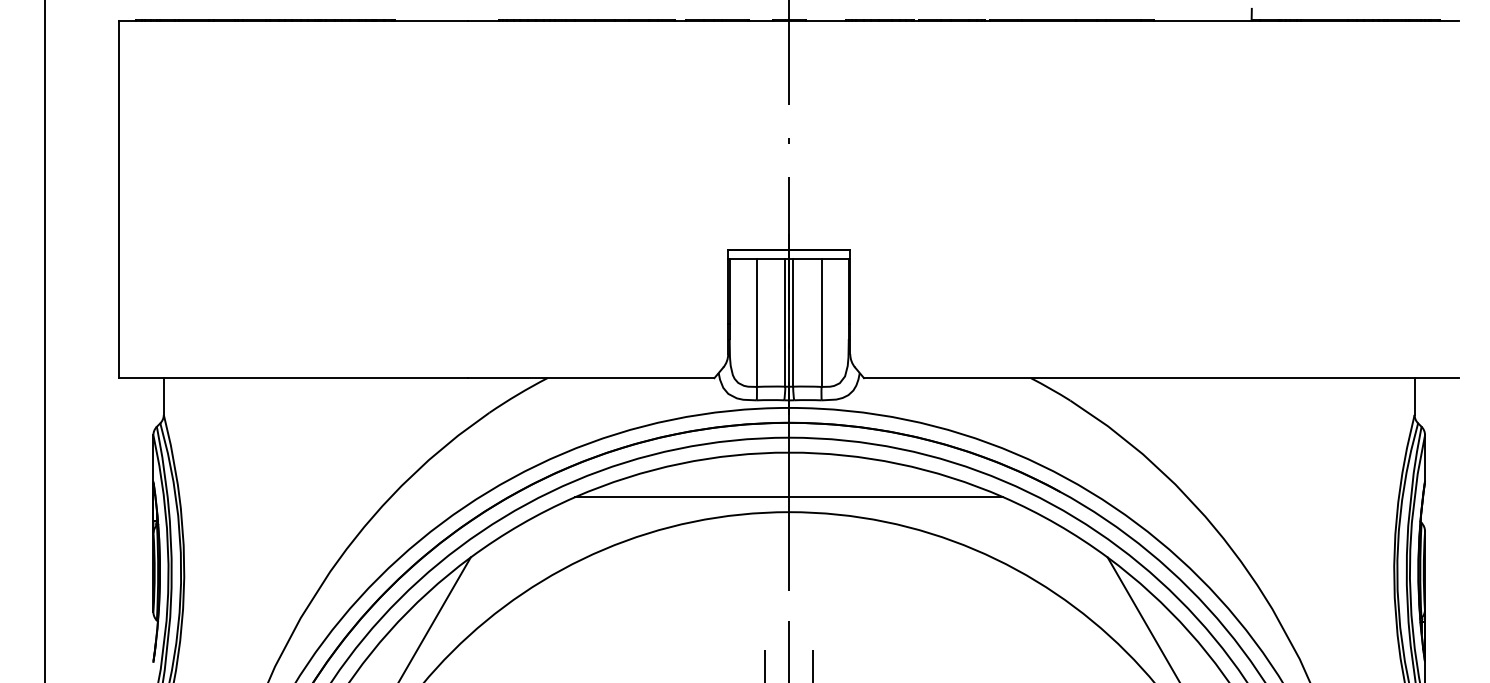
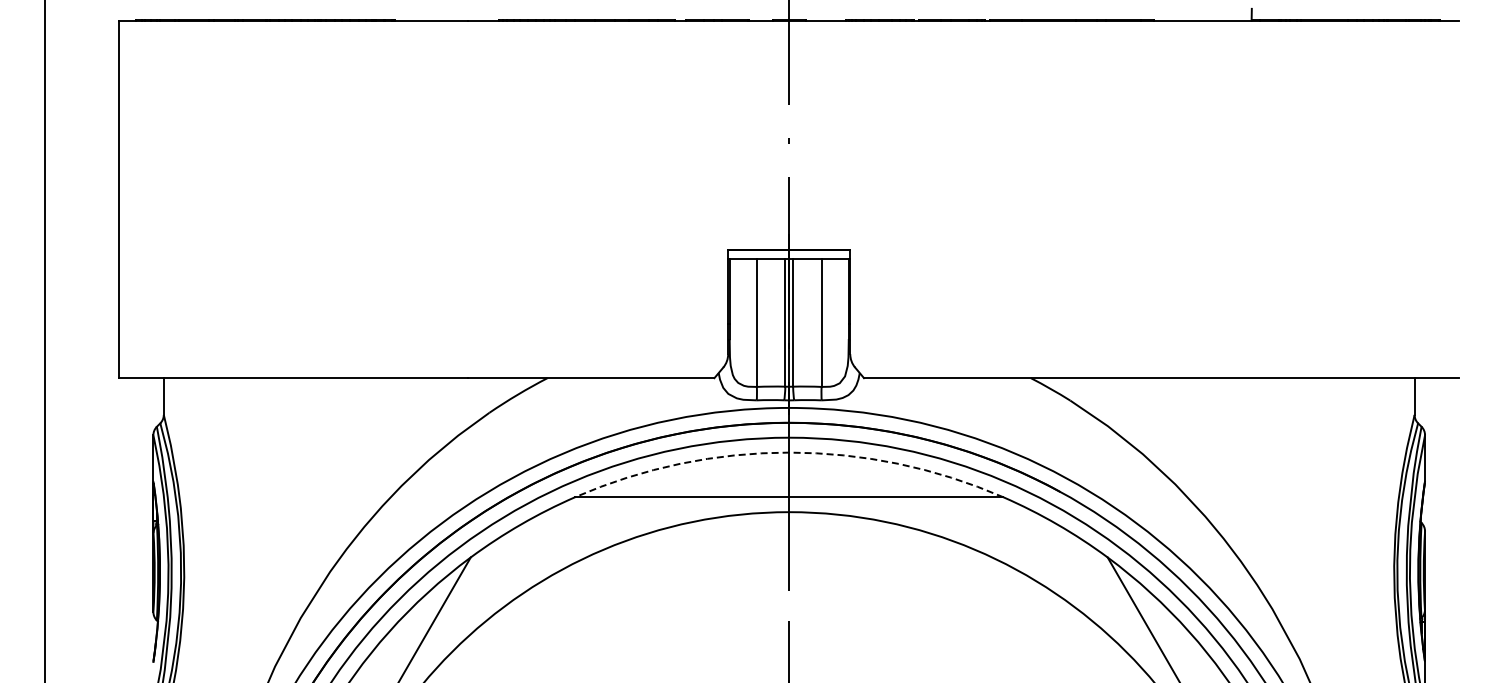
arc at (789, 452): solid -> dashed
line at (765, 664): present -> none
line at (812, 664): present -> none
